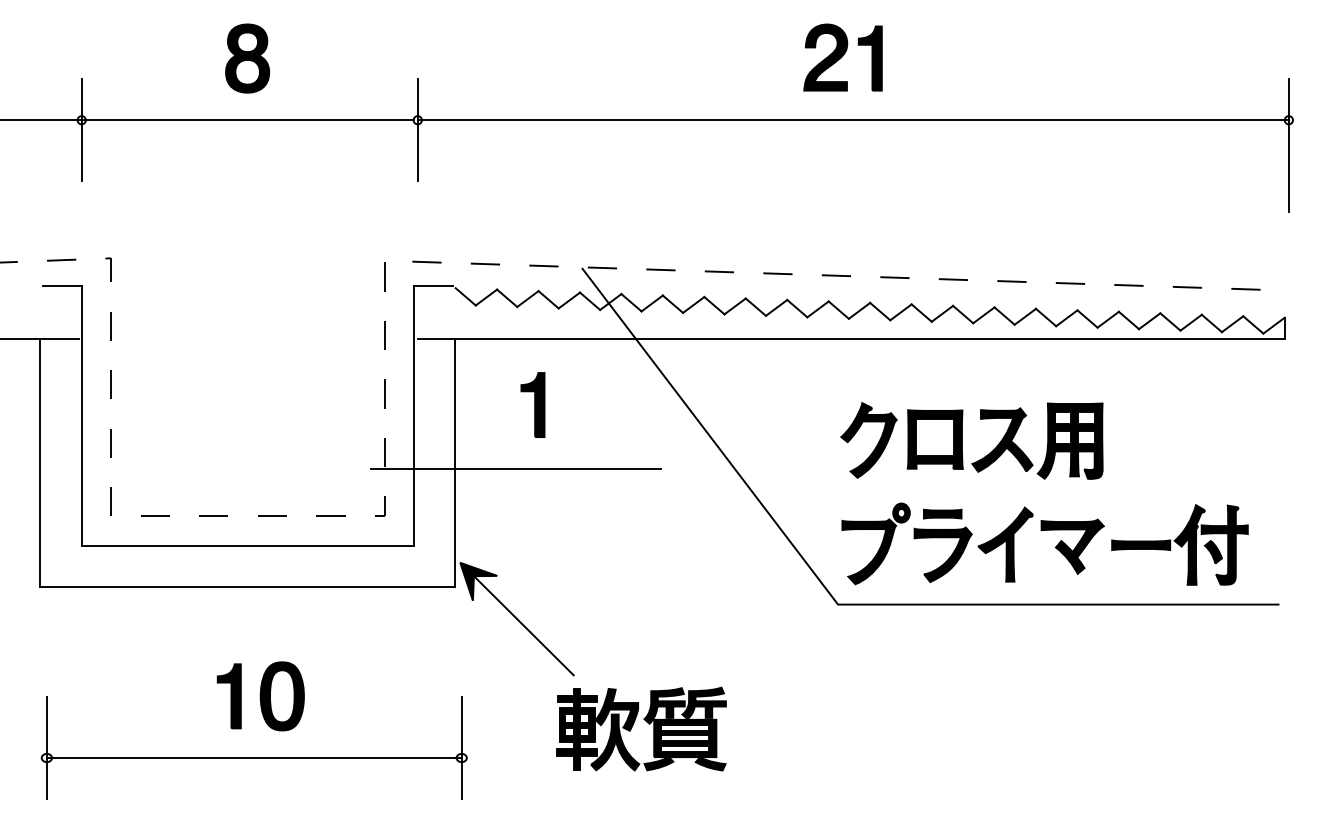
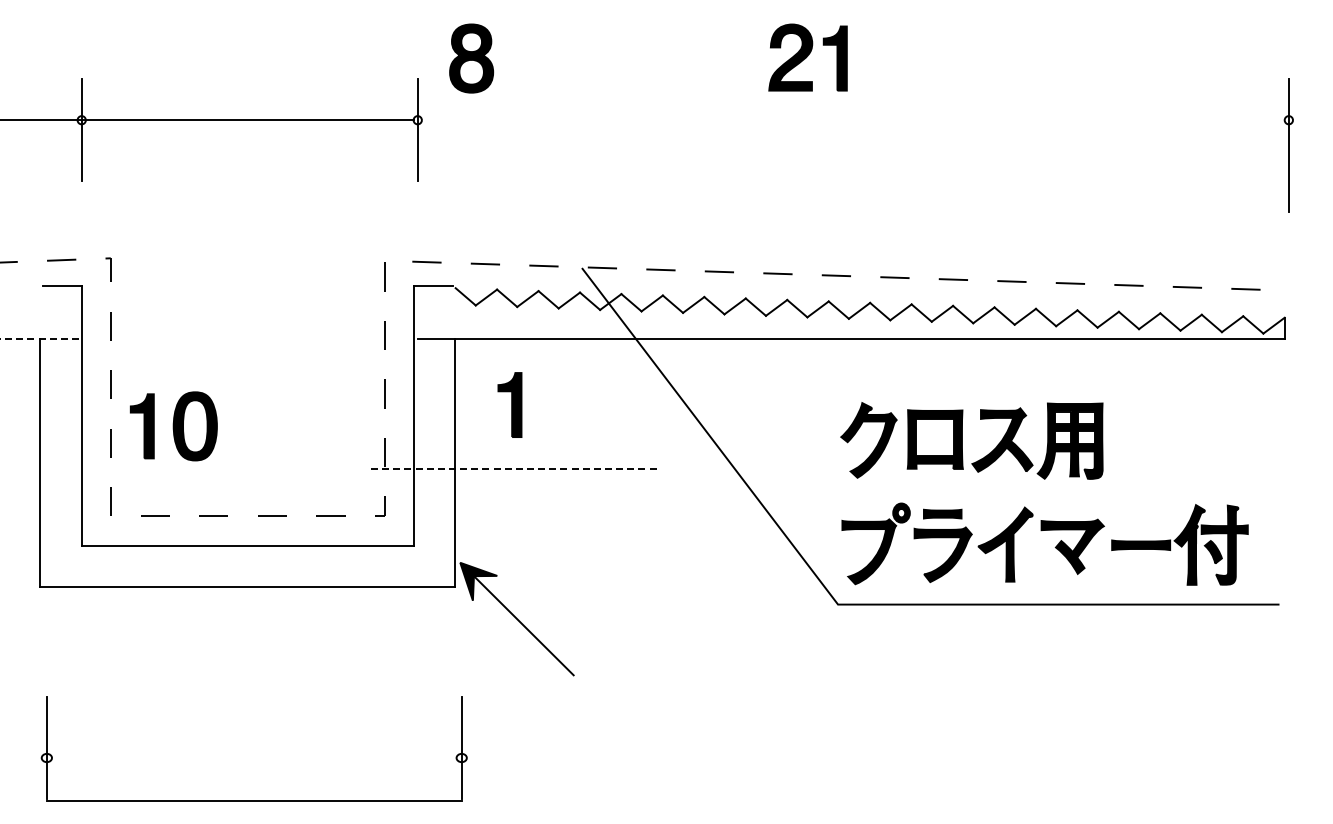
part at (842, 57) position: (842, 57) -> (807, 57)
part at (247, 58) position: (247, 58) -> (471, 58)
line at (852, 120): present -> none
line at (39, 338): solid -> dashed
part at (532, 404) position: (532, 404) -> (509, 404)
line at (516, 468): solid -> dashed
part at (260, 696) position: (260, 696) -> (173, 426)
part at (646, 722): present -> none
line at (253, 758) position: (253, 758) -> (253, 801)
